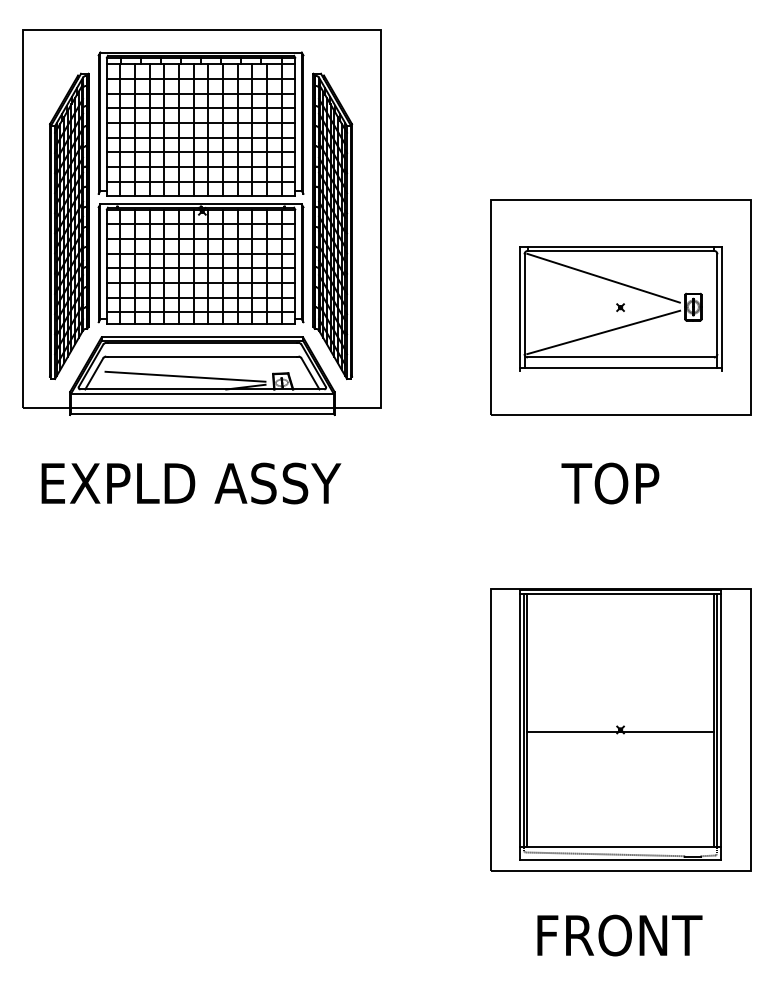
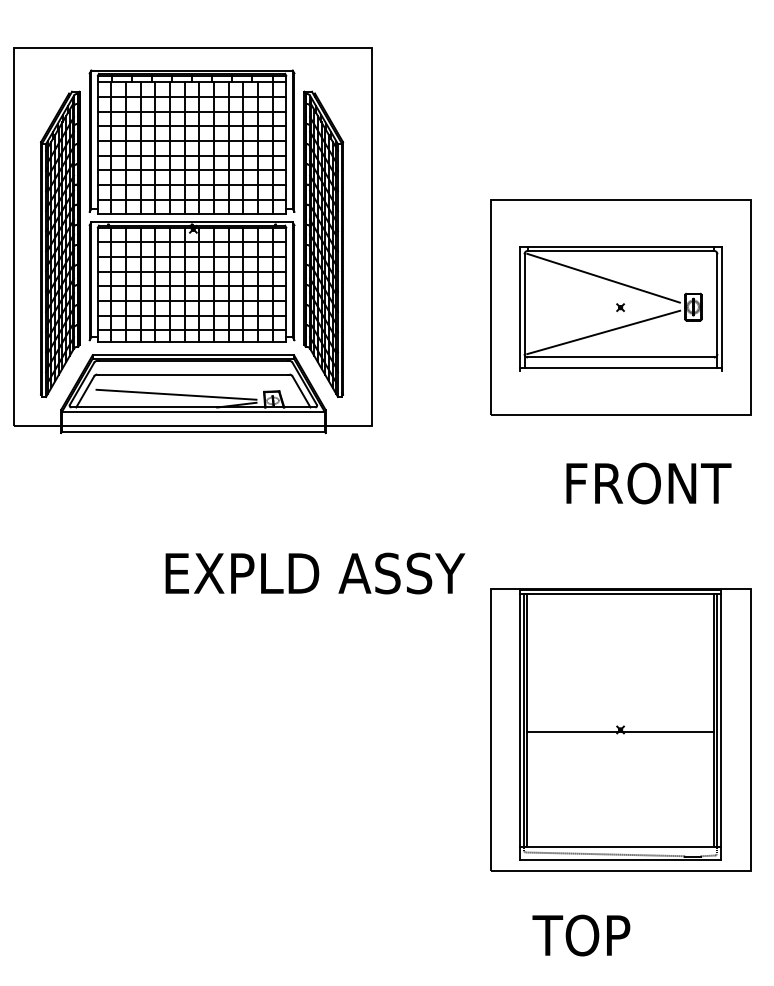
part at (201, 222) position: (201, 222) -> (192, 240)
text at (191, 483) position: (191, 483) -> (315, 573)
text at (646, 483): TOP -> FRONT
text at (617, 935): FRONT -> TOP
